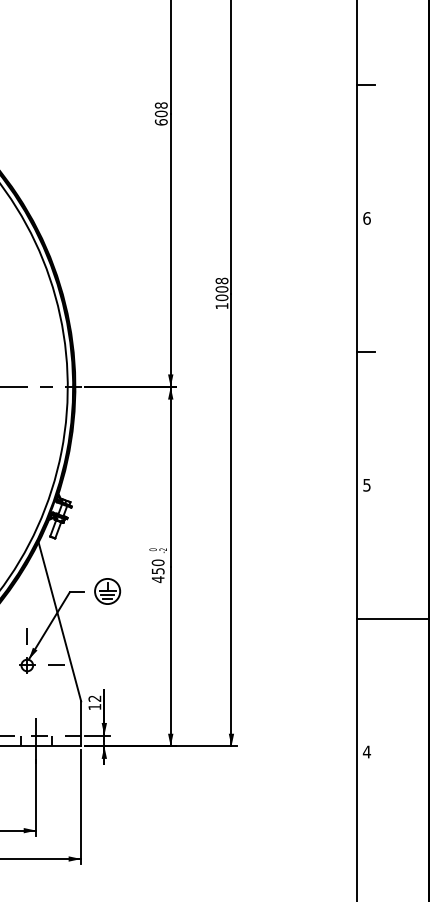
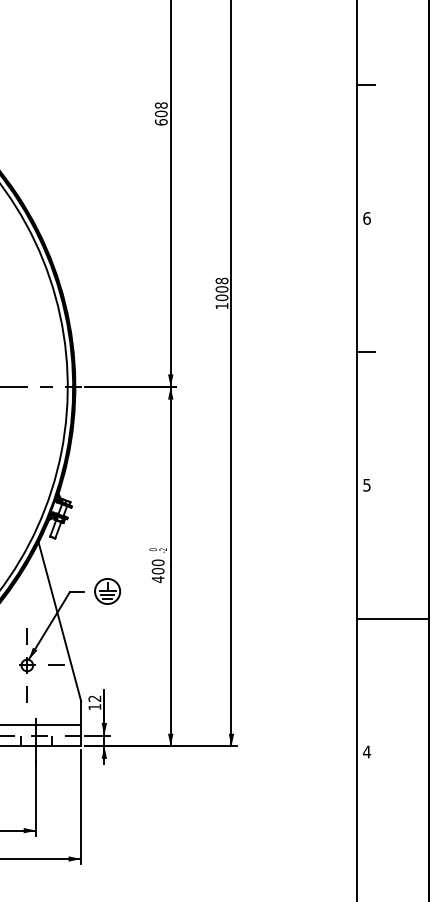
text at (157, 570): 450 -> 400
line at (26, 694): none -> present
line at (41, 724): none -> present
